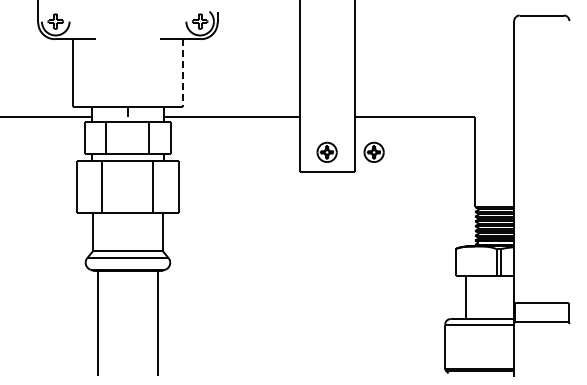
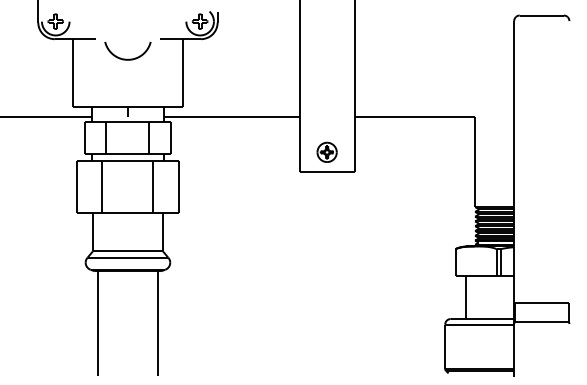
curve at (126, 58): none -> present
line at (183, 72): dashed -> solid
part at (373, 151): present -> none
